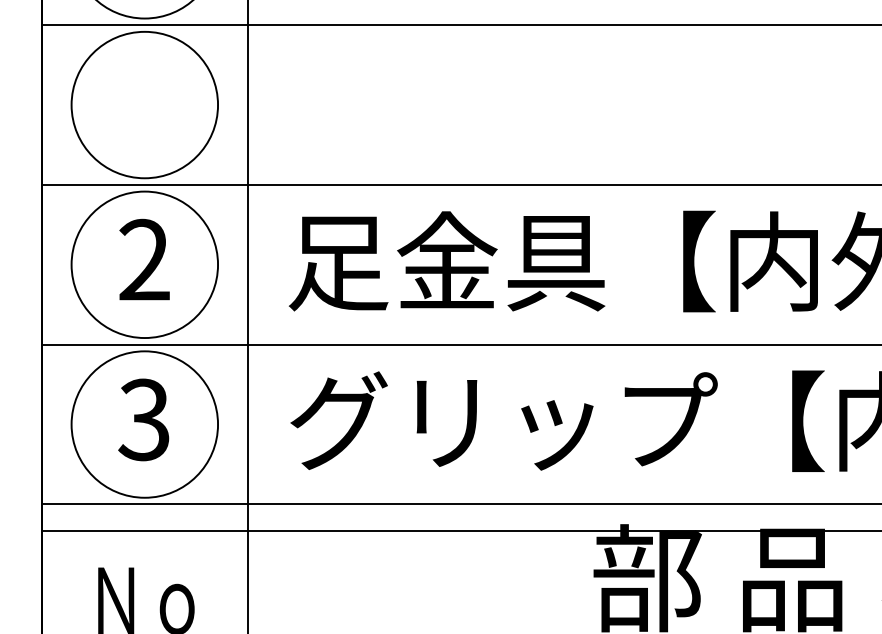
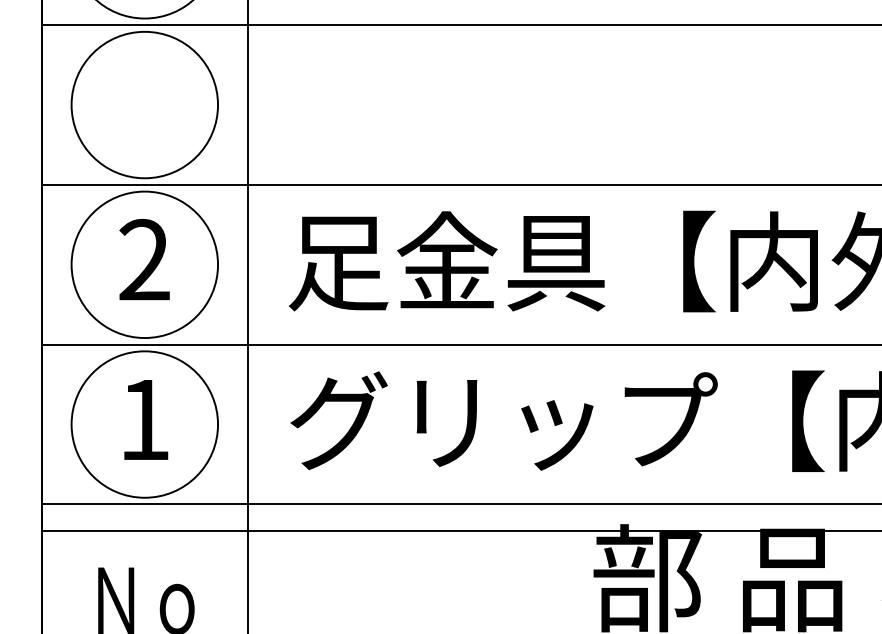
text at (143, 419): 3 -> 1
